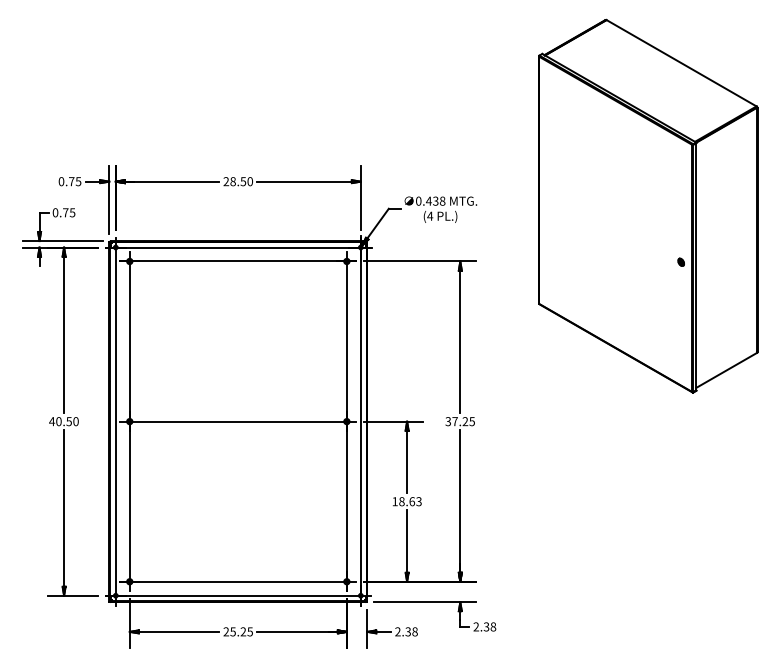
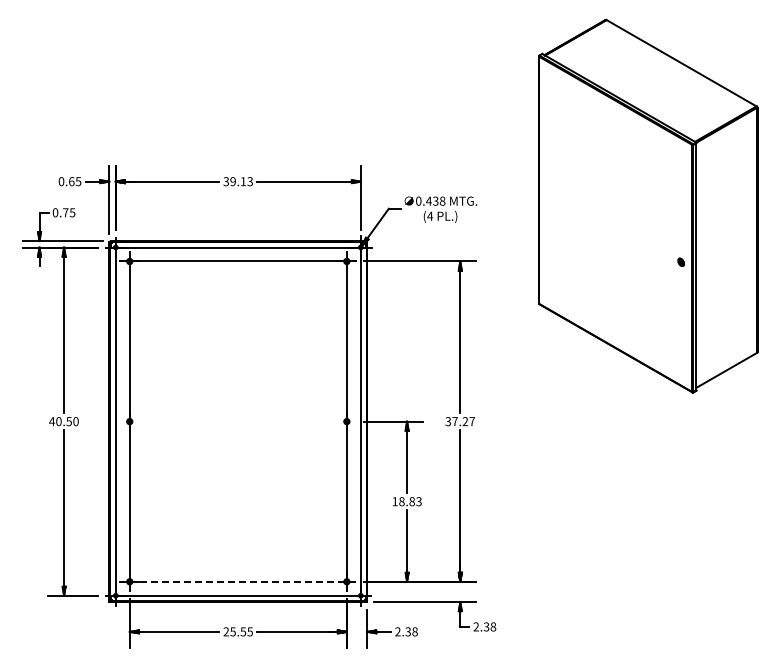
text at (71, 181): 0.75 -> 0.65
text at (238, 181): 28.50 -> 39.13
line at (238, 421): present -> none
text at (472, 421): 37.25 -> 37.27
text at (411, 501): 18.63 -> 18.83
line at (237, 581): solid -> dashed
text at (243, 631): 25.25 -> 25.55
